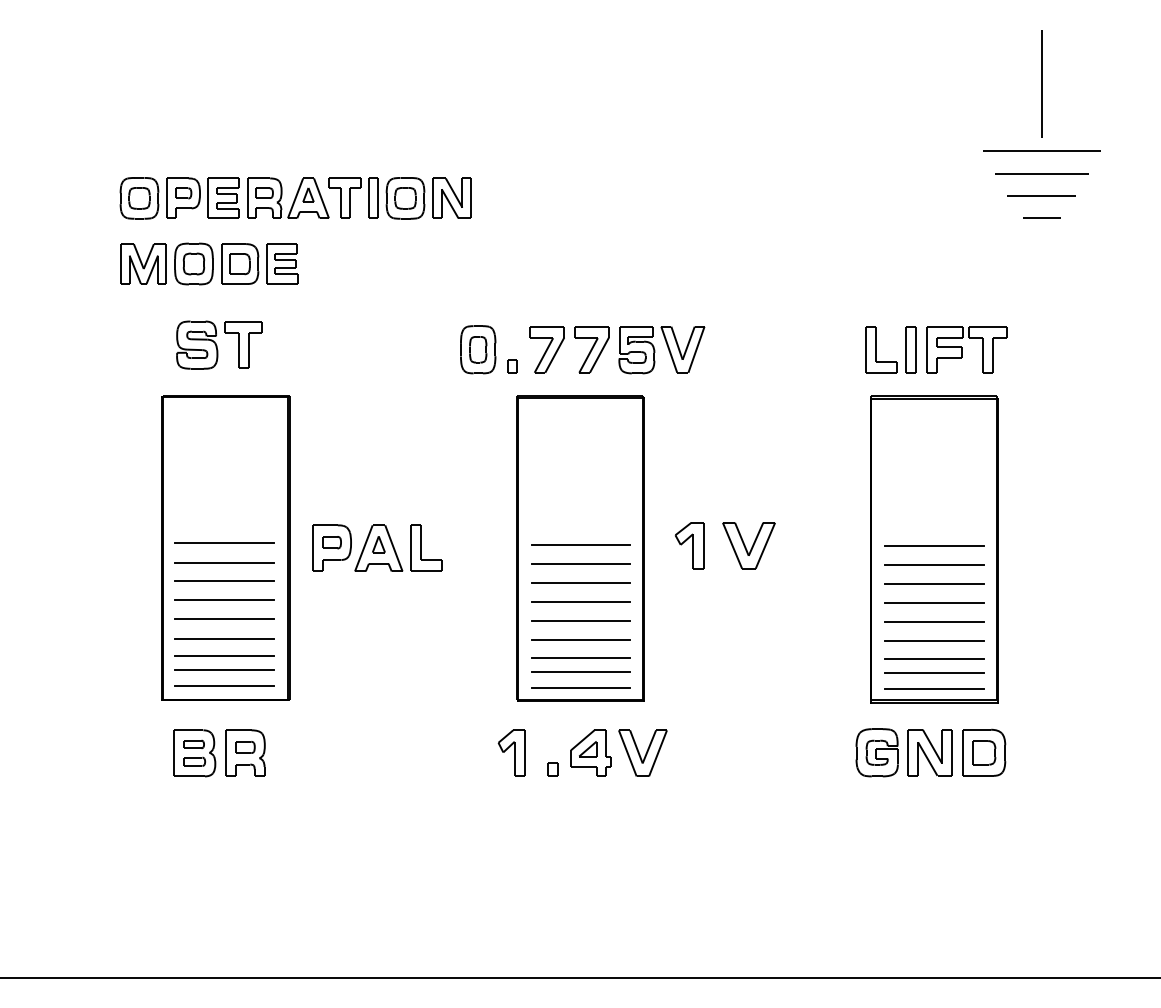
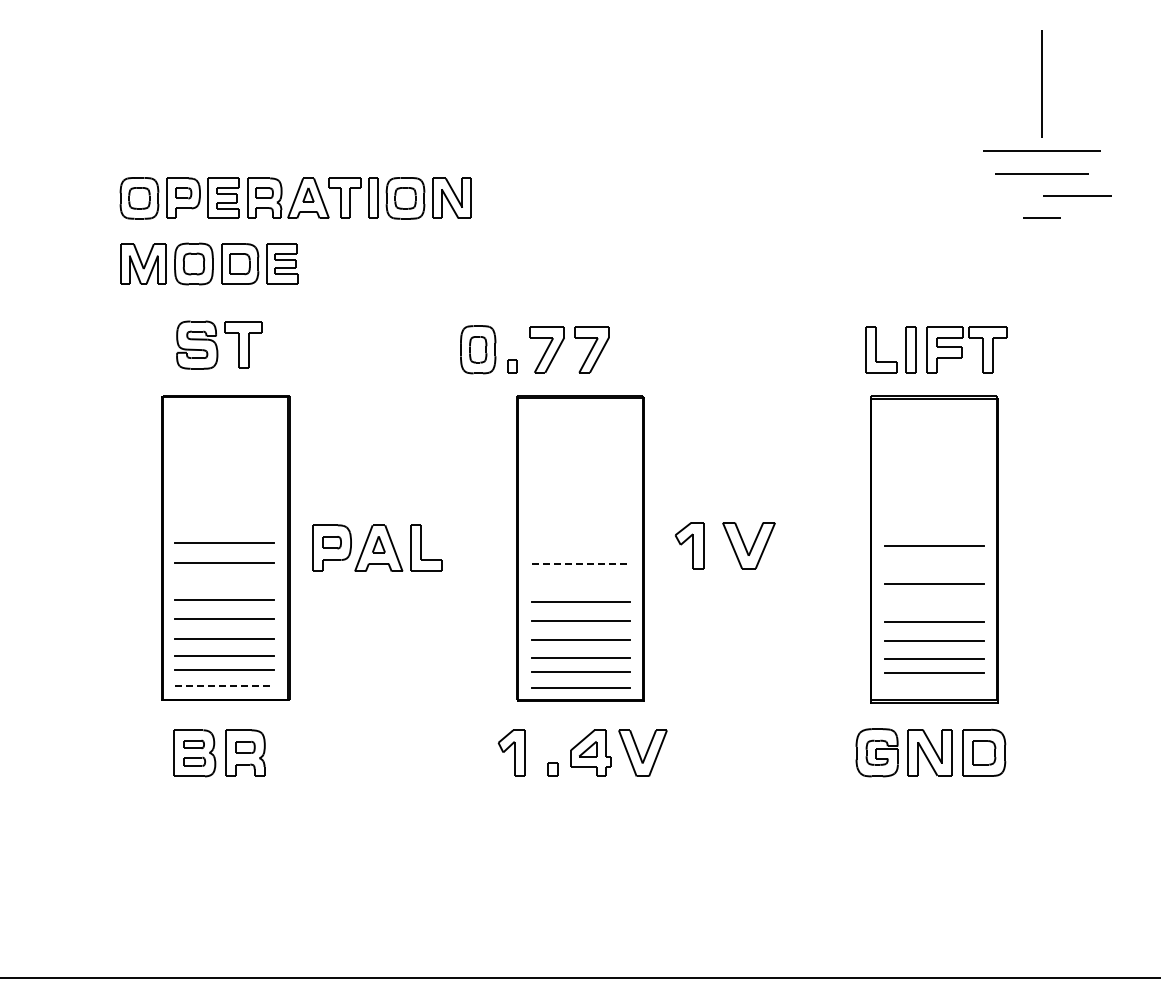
line at (1041, 195) position: (1041, 195) -> (1077, 195)
part at (661, 350): present -> none
line at (580, 544): present -> none
line at (581, 564): solid -> dashed
line at (934, 565): present -> none
line at (224, 580): present -> none
line at (580, 582): present -> none
line at (934, 602): present -> none
line at (225, 686): solid -> dashed
line at (934, 689): present -> none
